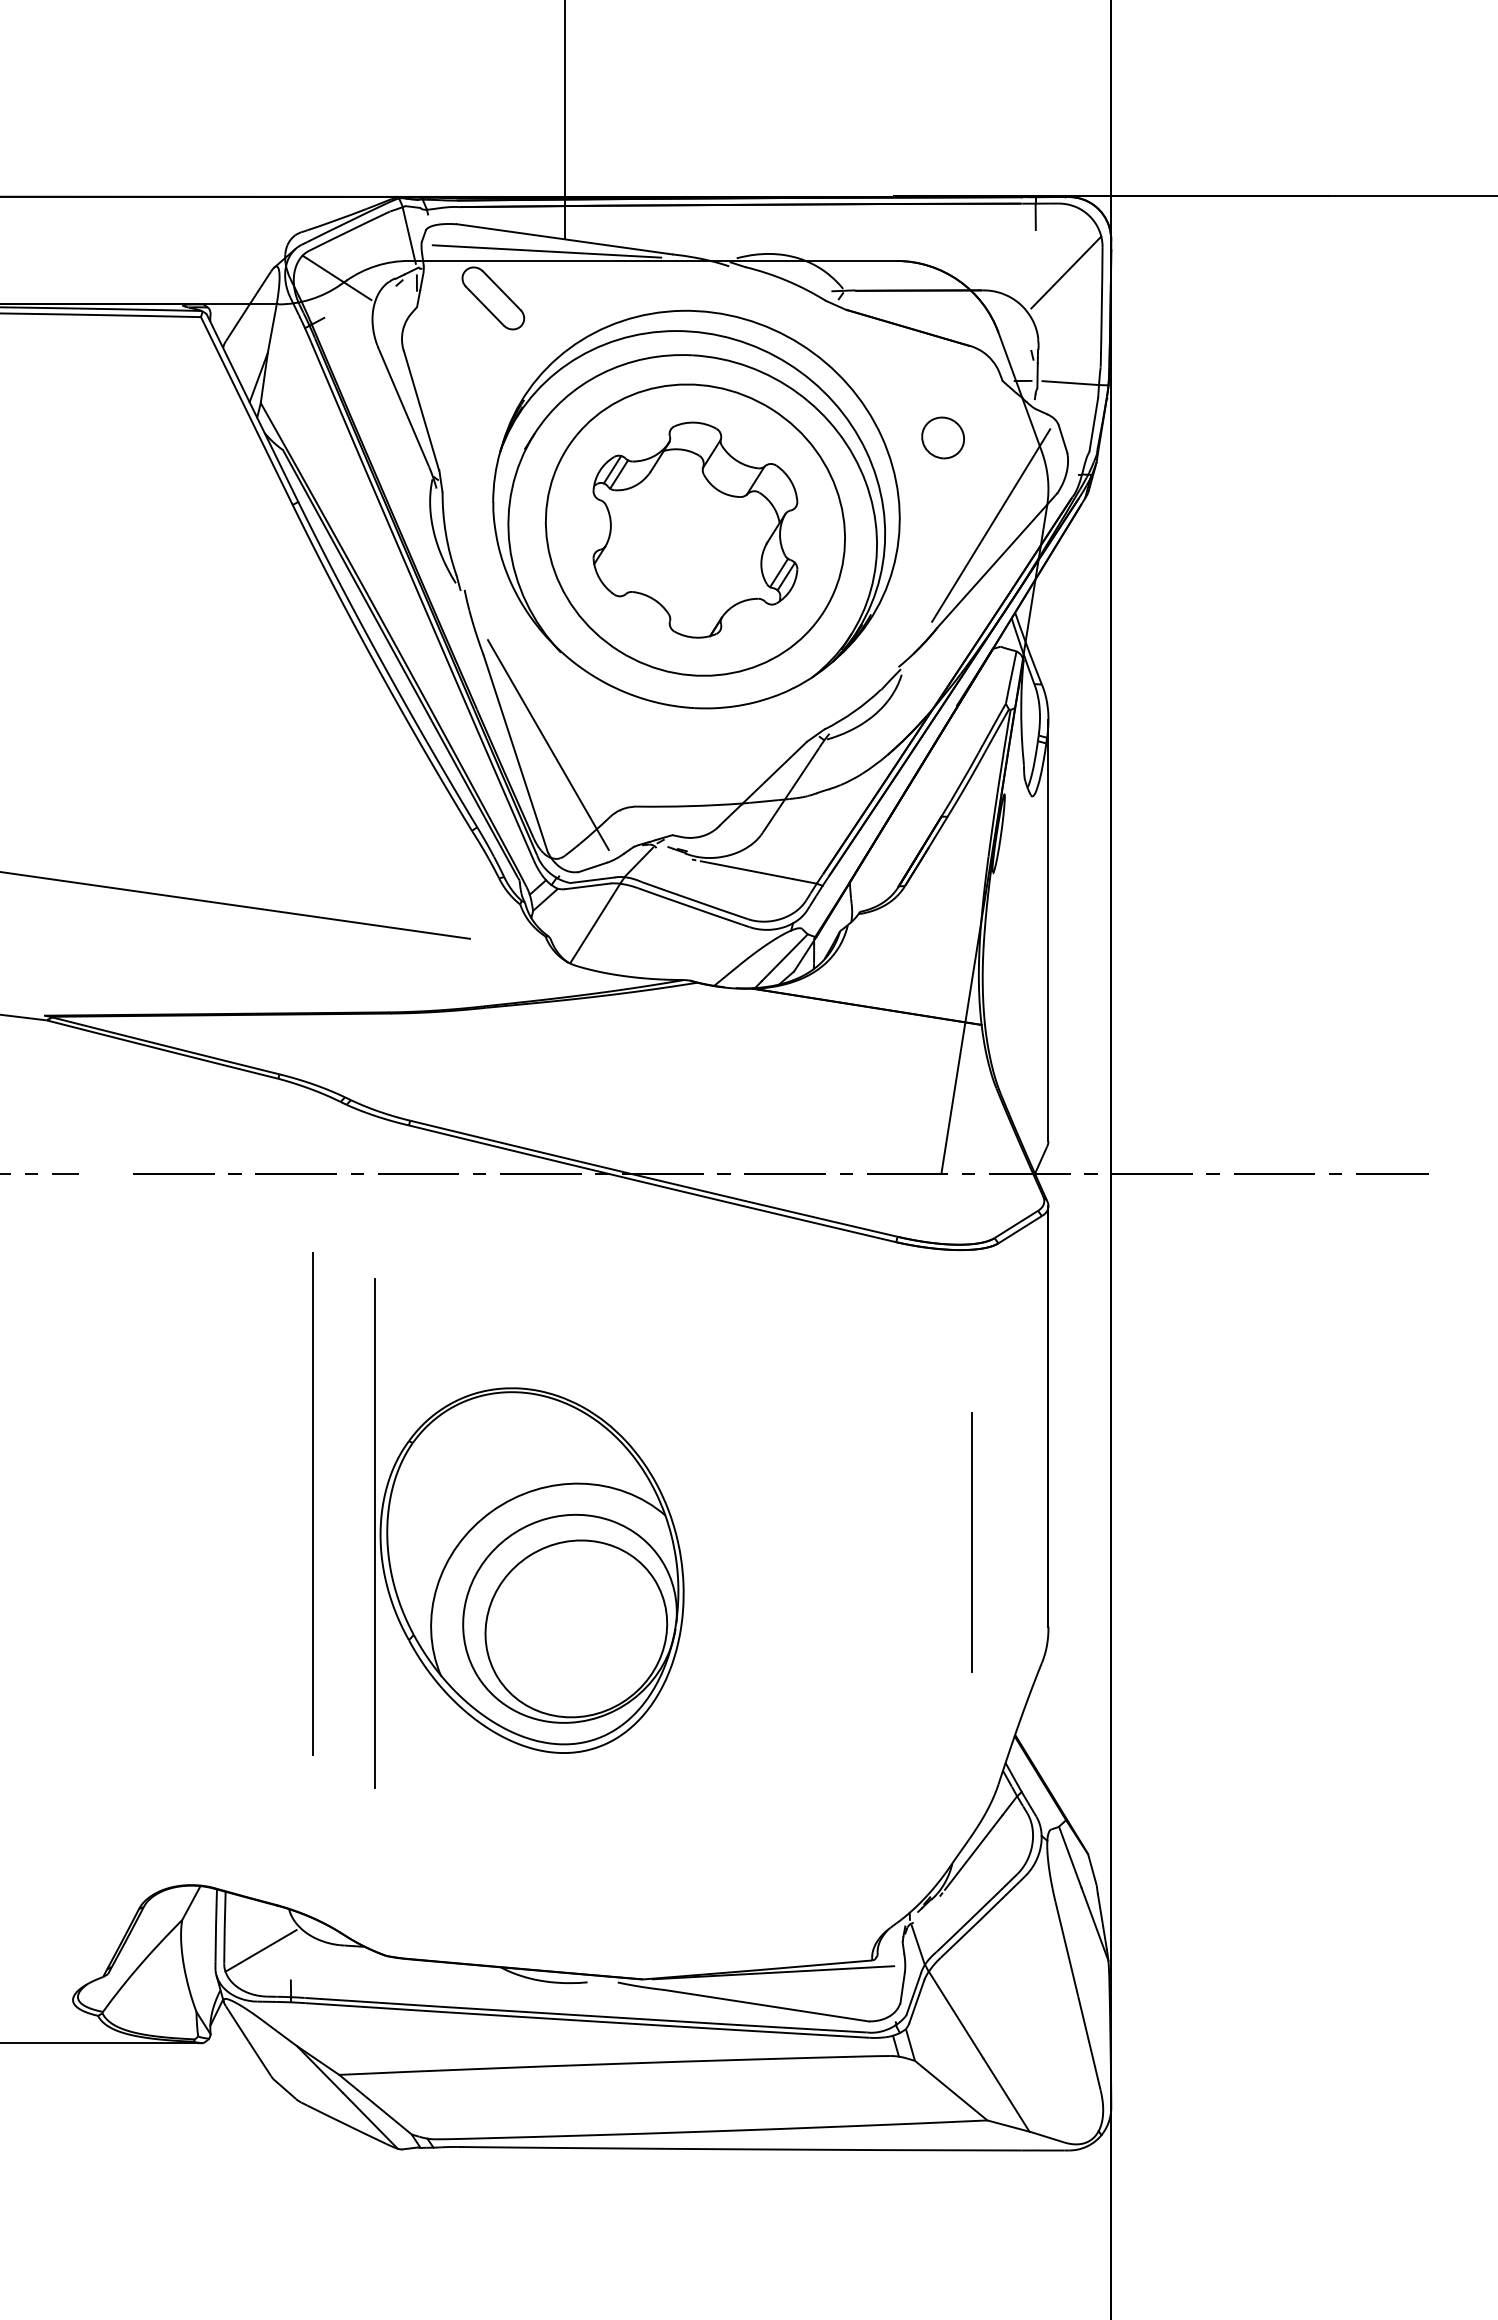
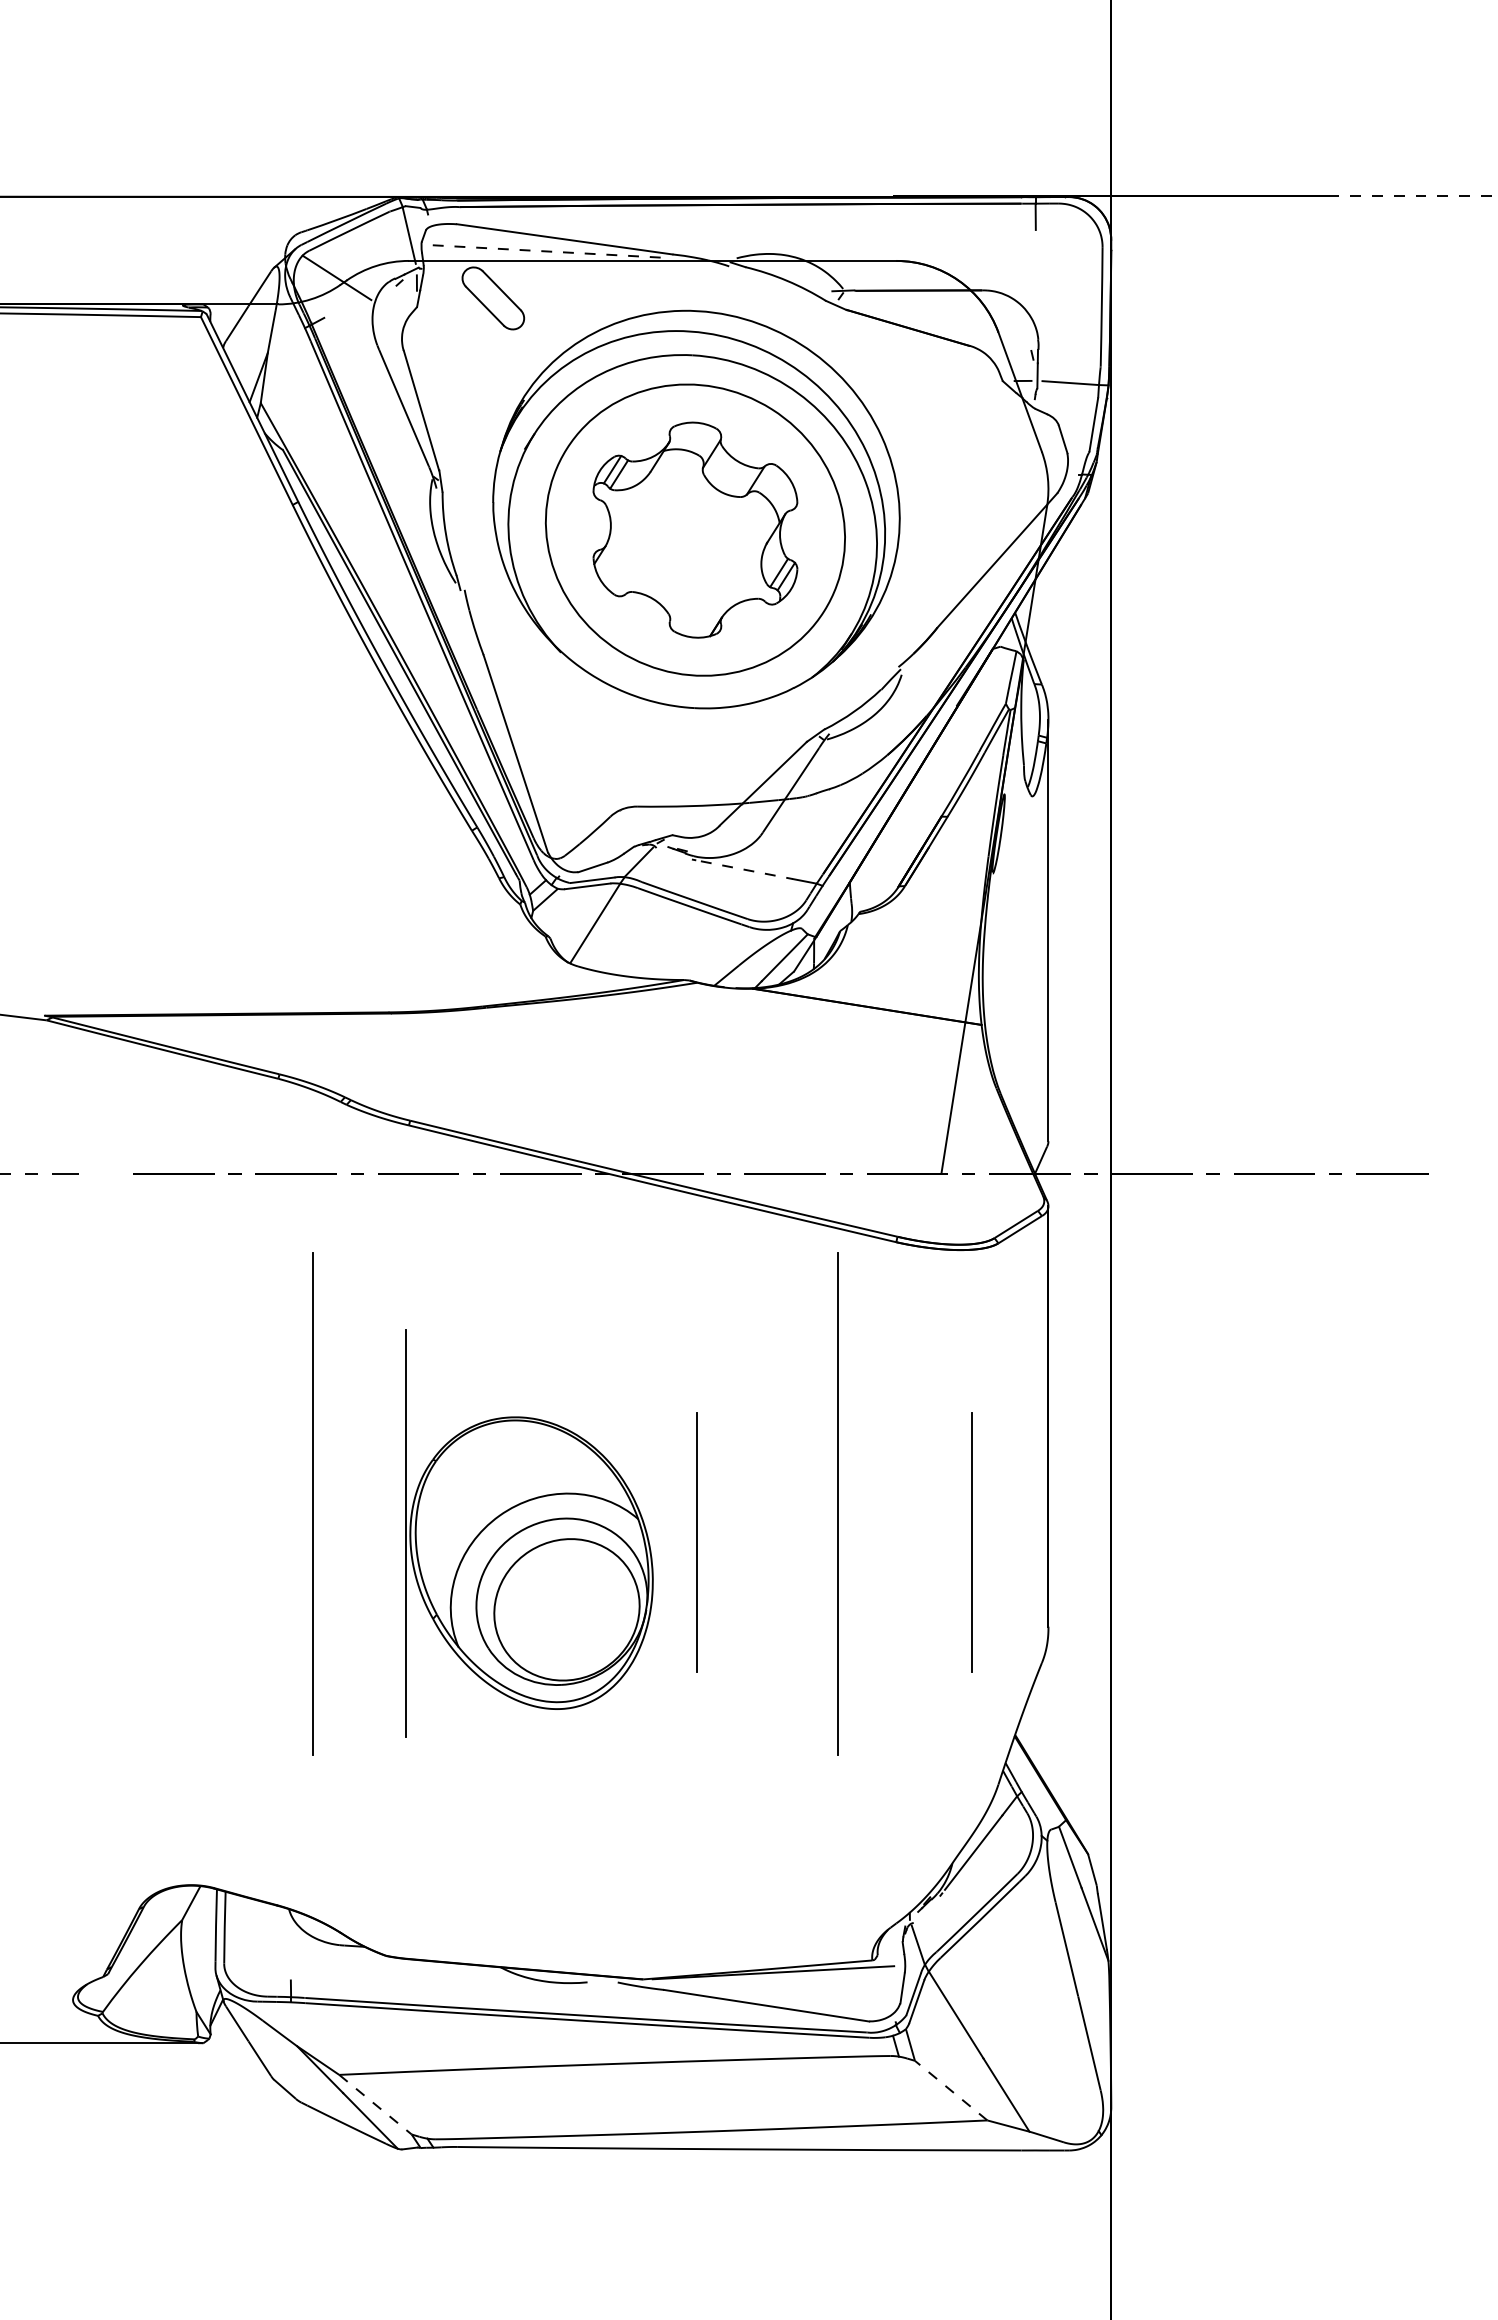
line at (564, 120): present -> none
line at (1413, 195): solid -> dashed
line at (547, 251): solid -> dashed
line at (1066, 272): present -> none
part at (942, 437): present -> none
line at (991, 525): present -> none
line at (547, 744): present -> none
line at (746, 870): solid -> dashed
line at (235, 905): present -> none
line at (837, 1503): none -> present
part at (529, 1533) size: 311x511 px -> 249x409 px
line at (696, 1542): none -> present
line at (260, 1950): present -> none
line at (951, 2090): solid -> dashed
line at (375, 2104): solid -> dashed
